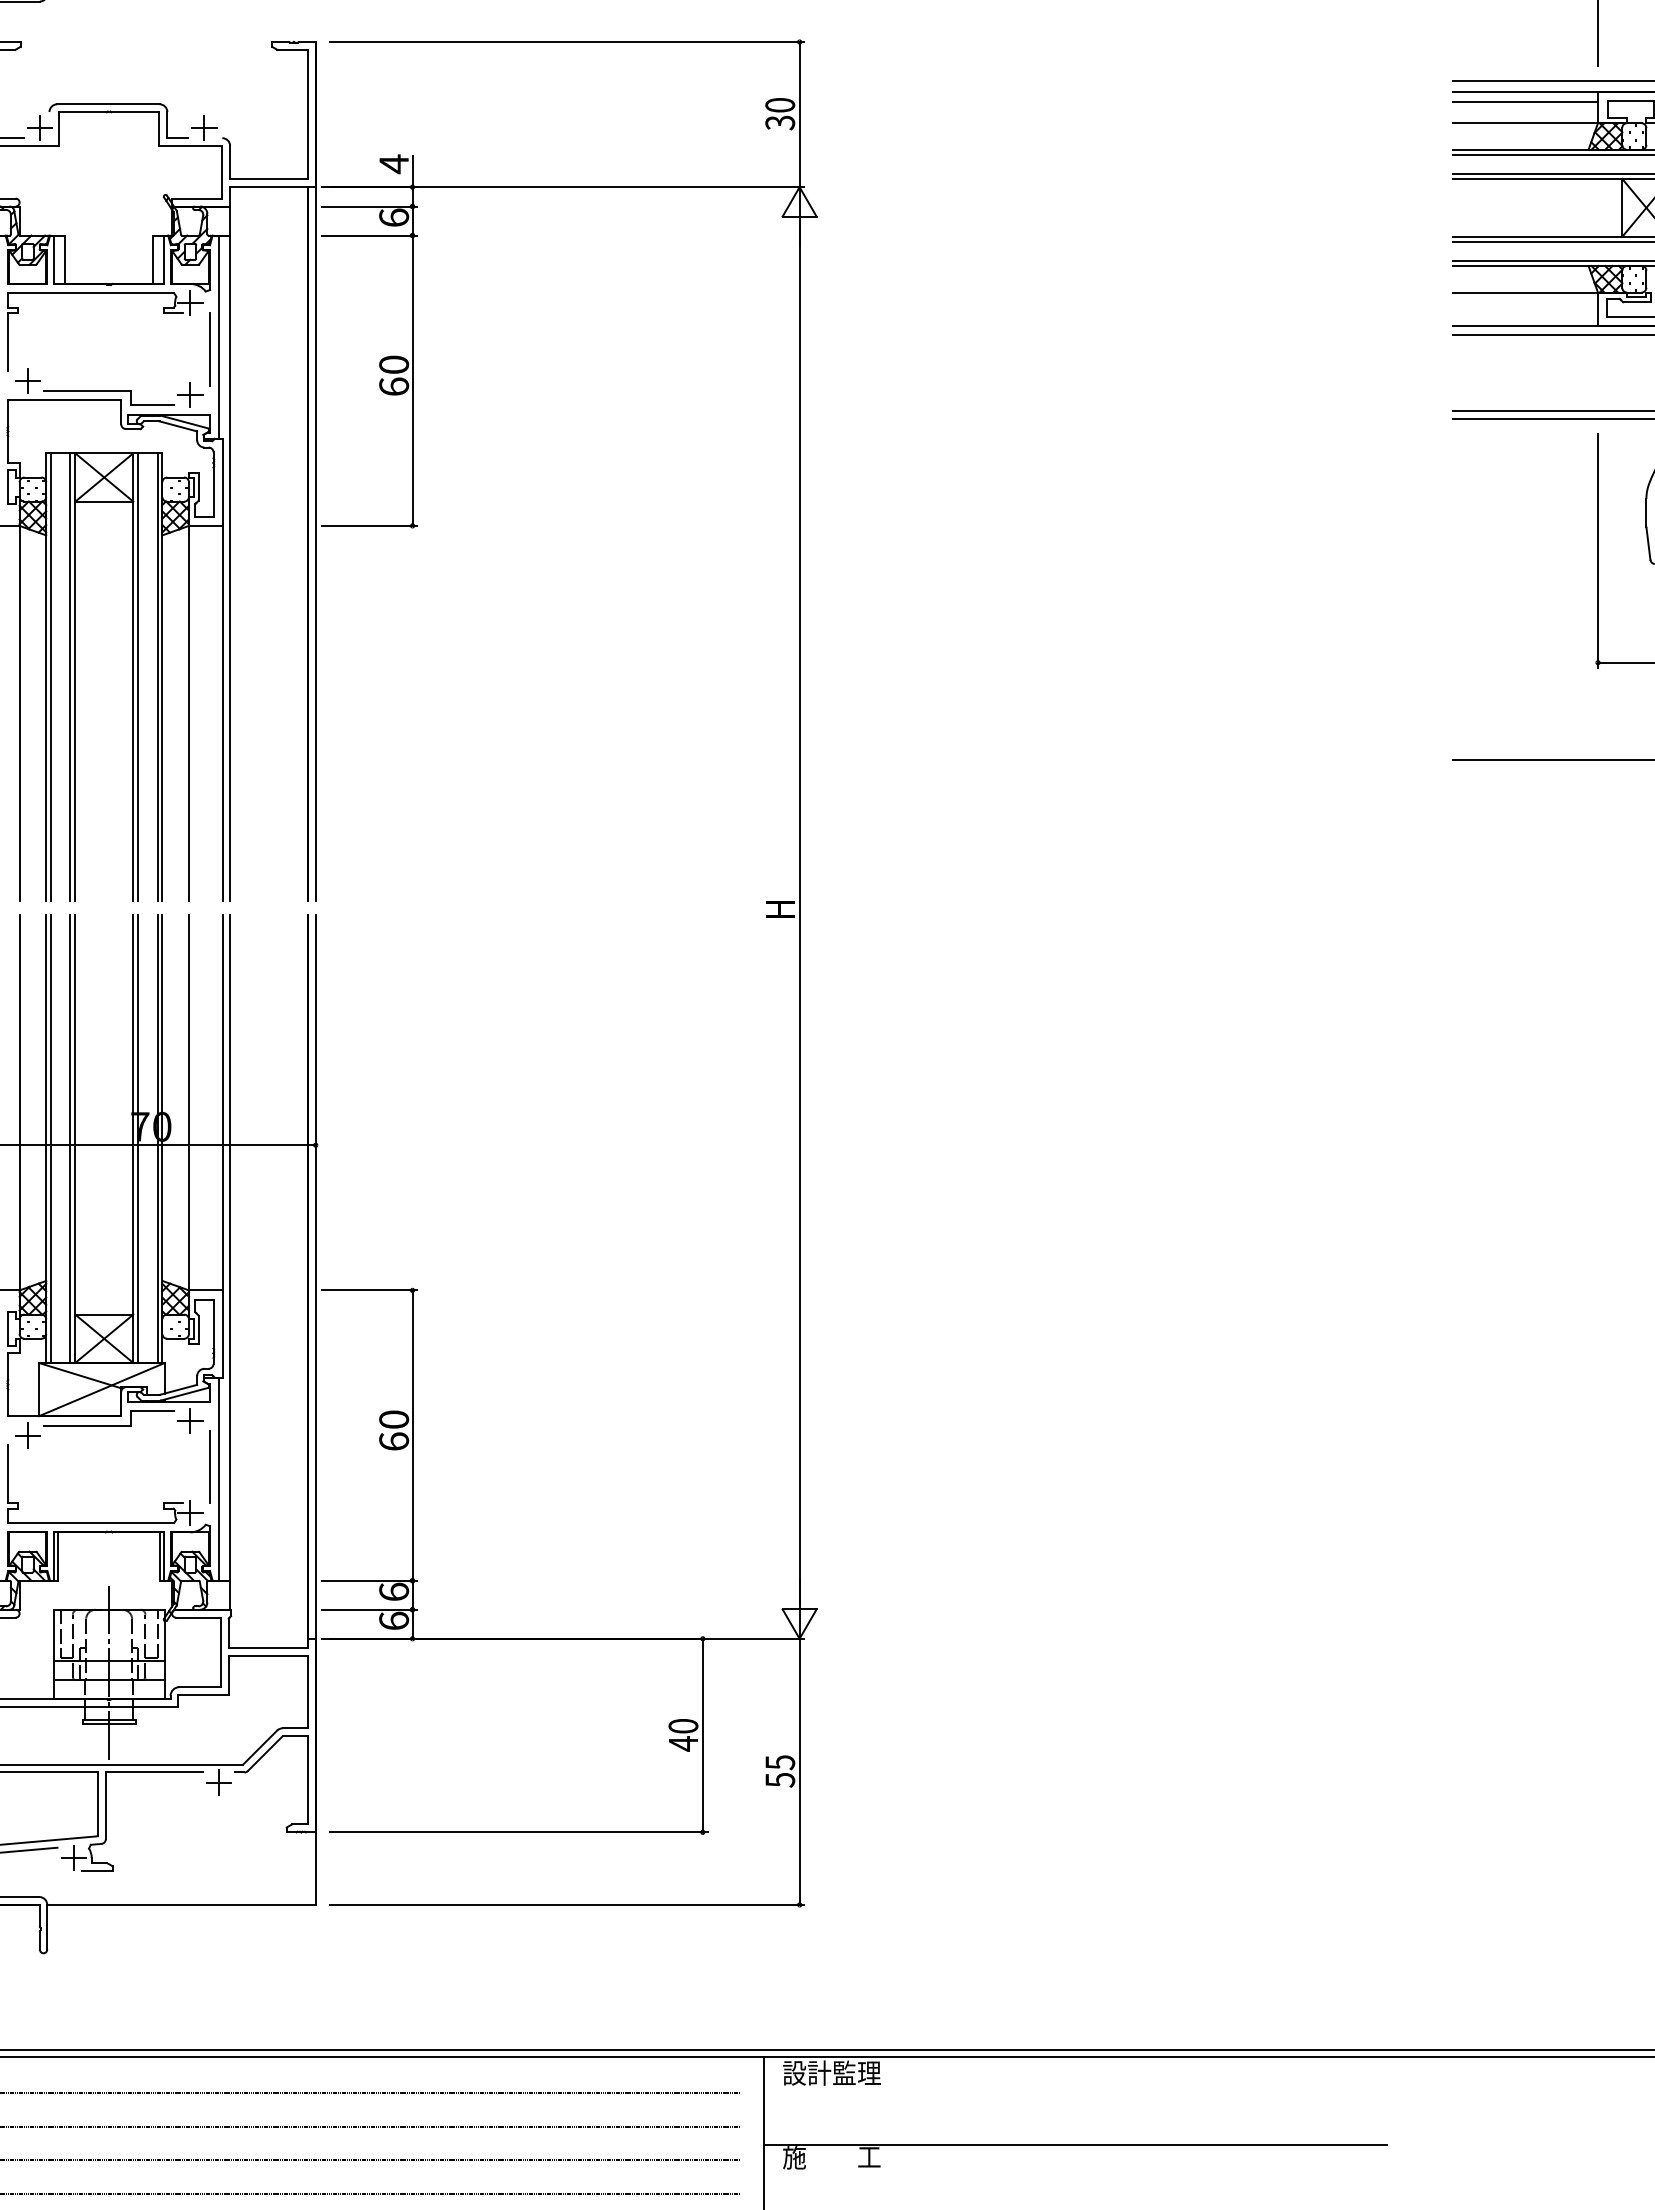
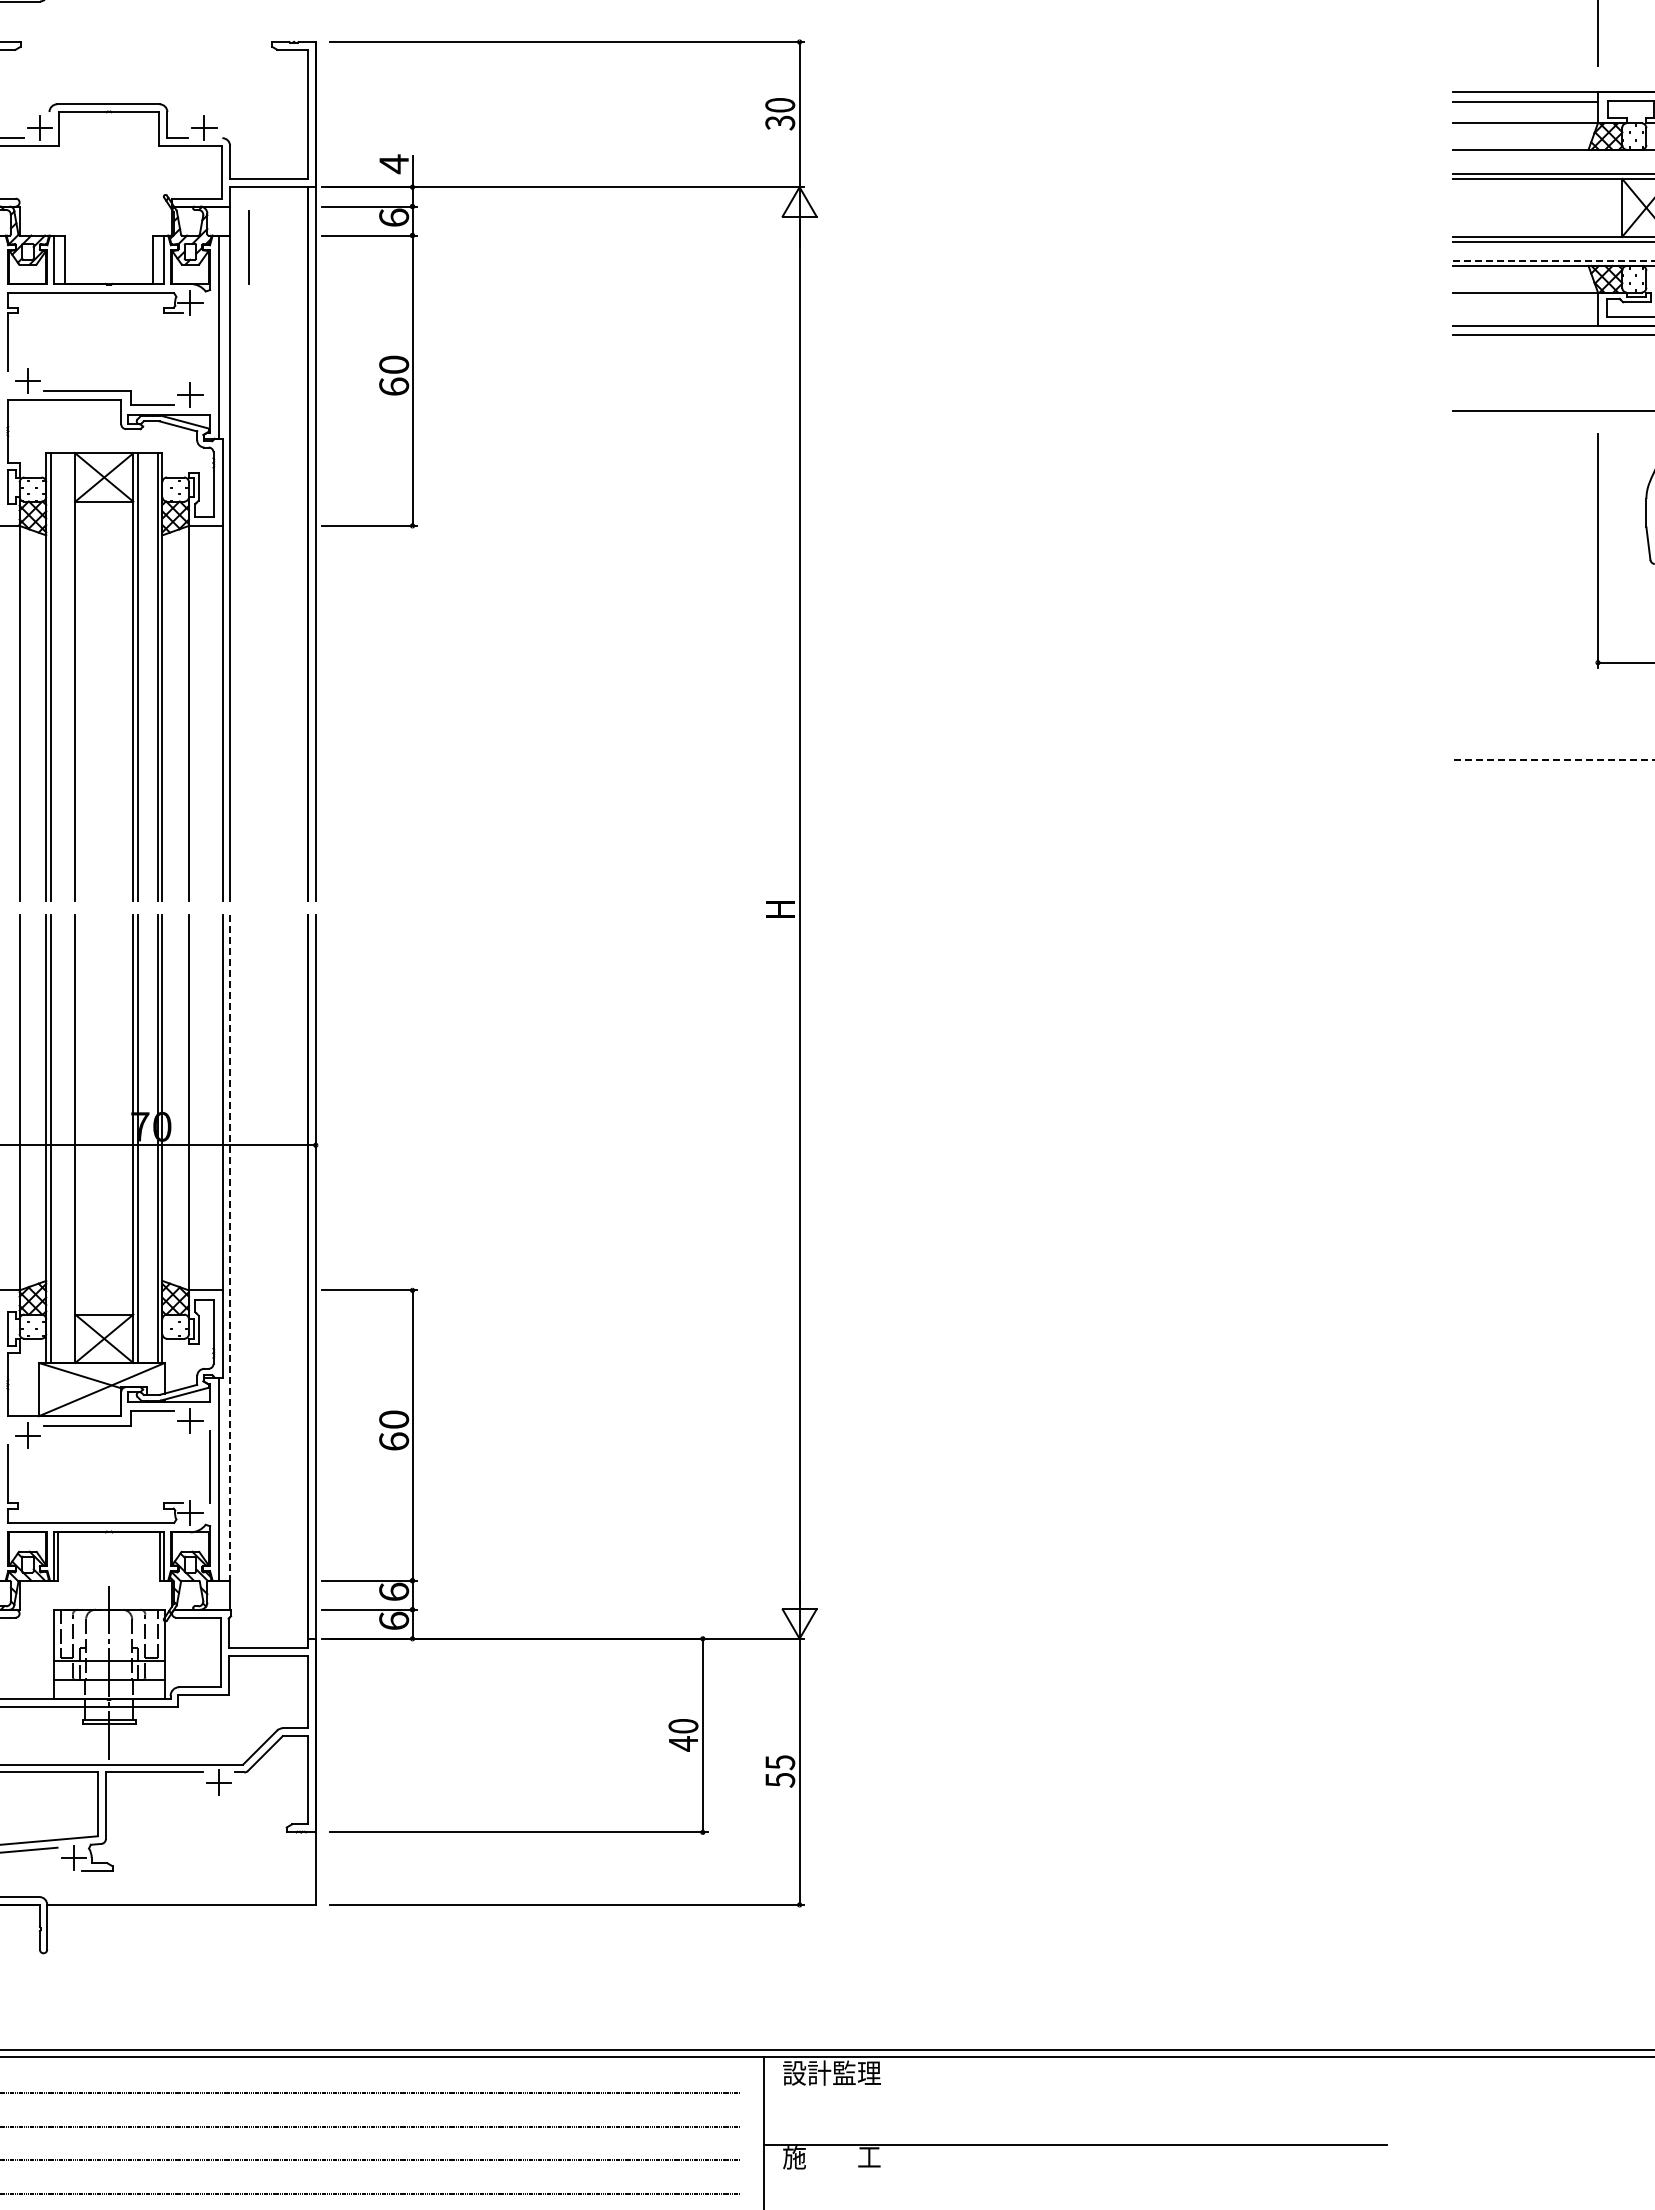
line at (1551, 80): present -> none
line at (1551, 154): present -> none
line at (1553, 261): solid -> dashed
line at (209, 349) position: (209, 349) -> (248, 247)
line at (1551, 419): present -> none
line at (70, 676): present -> none
line at (1553, 759): solid -> dashed
line at (70, 1138): present -> none
line at (230, 1248): solid -> dashed
